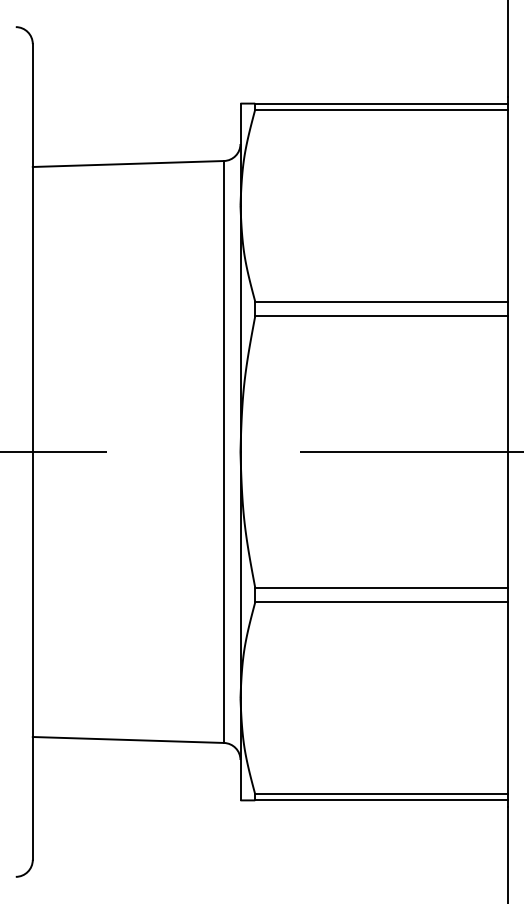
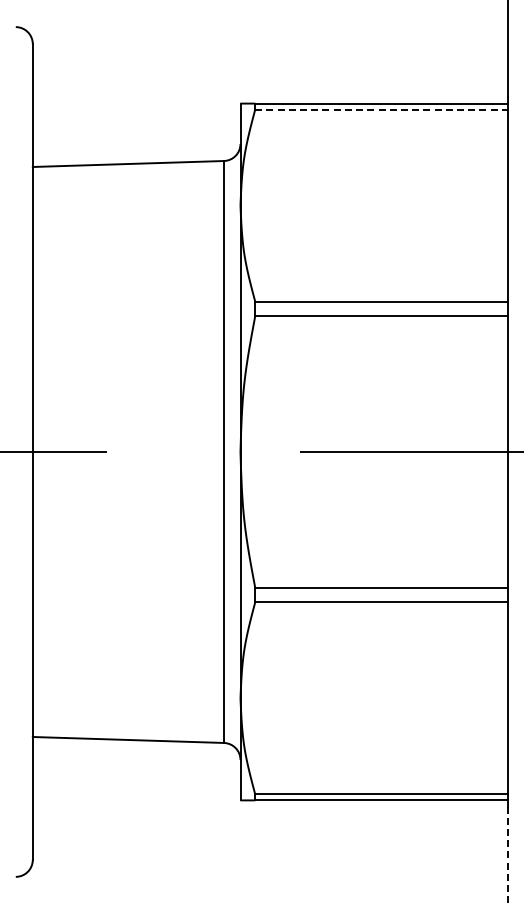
line at (382, 109): solid -> dashed
line at (508, 855): solid -> dashed
